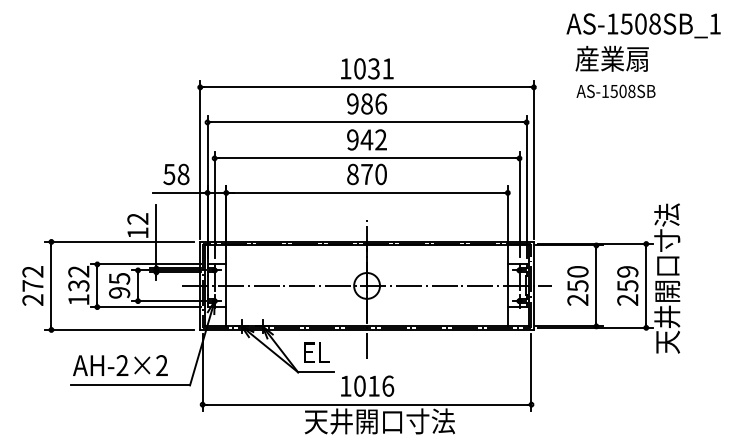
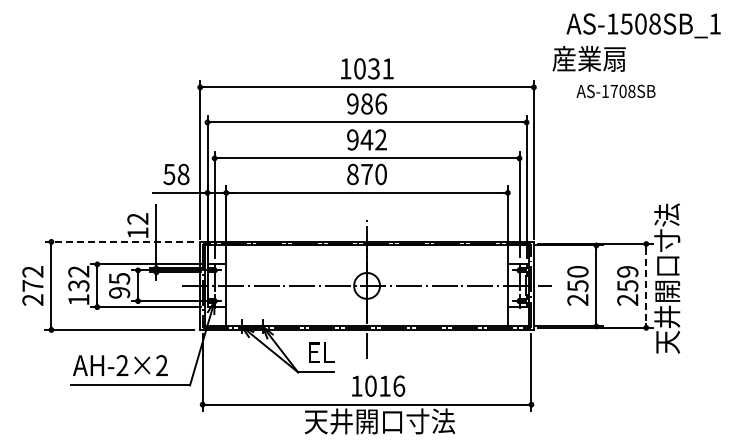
text at (611, 58) position: (611, 58) -> (588, 58)
text at (613, 91): AS-1508SB -> AS-1708SB
line at (118, 241): solid -> dashed
line at (646, 286): solid -> dashed
text at (316, 352) position: (316, 352) -> (321, 352)
text at (367, 385) position: (367, 385) -> (378, 385)
